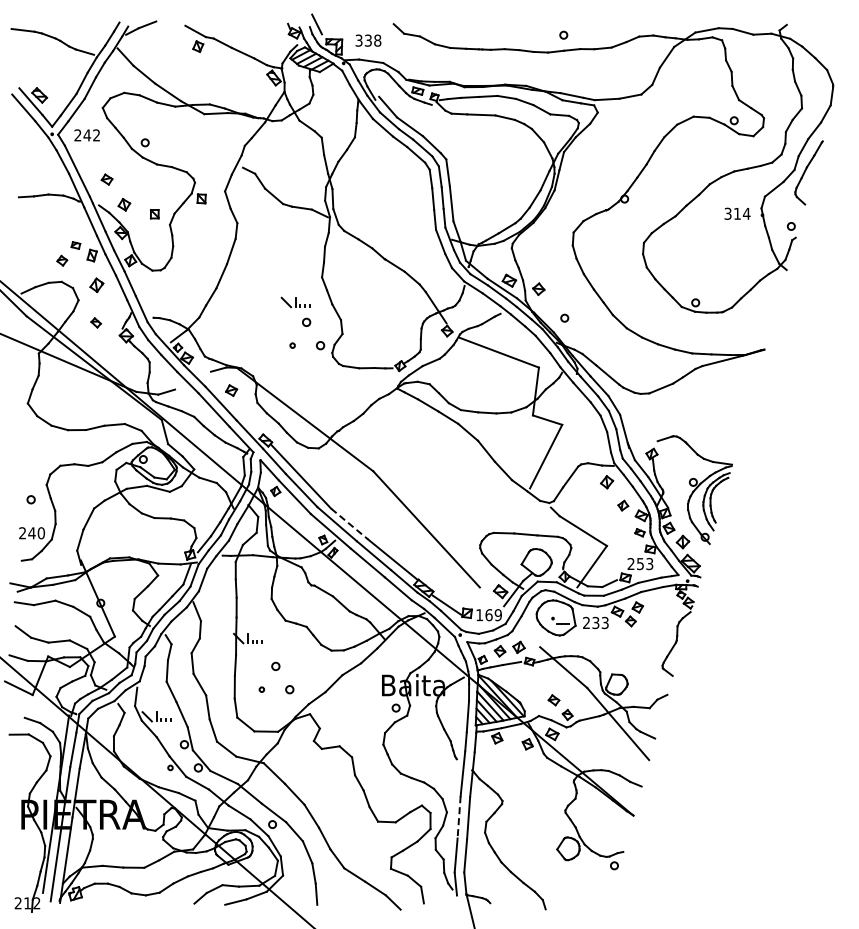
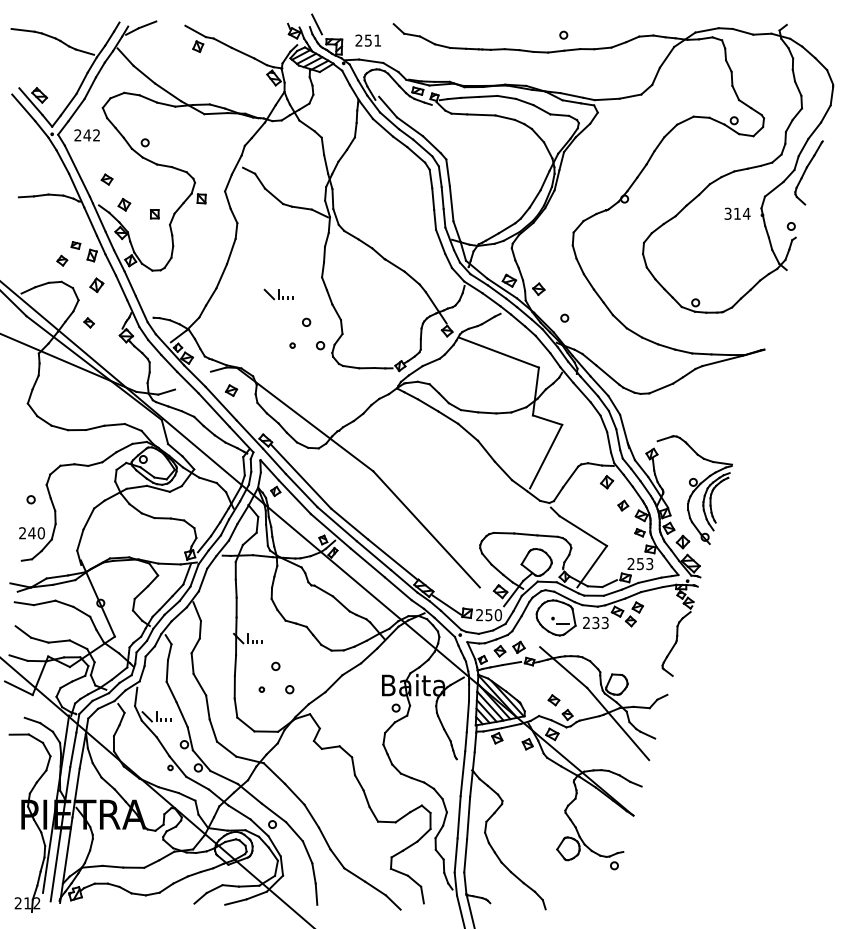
text at (368, 40): 338 -> 251
part at (295, 302) position: (295, 302) -> (278, 294)
part at (95, 322) position: (95, 322) -> (88, 322)
line at (349, 524): dashed -> solid
text at (488, 615): 169 -> 250
line at (459, 817): dashed -> solid
line at (460, 910): none -> present
